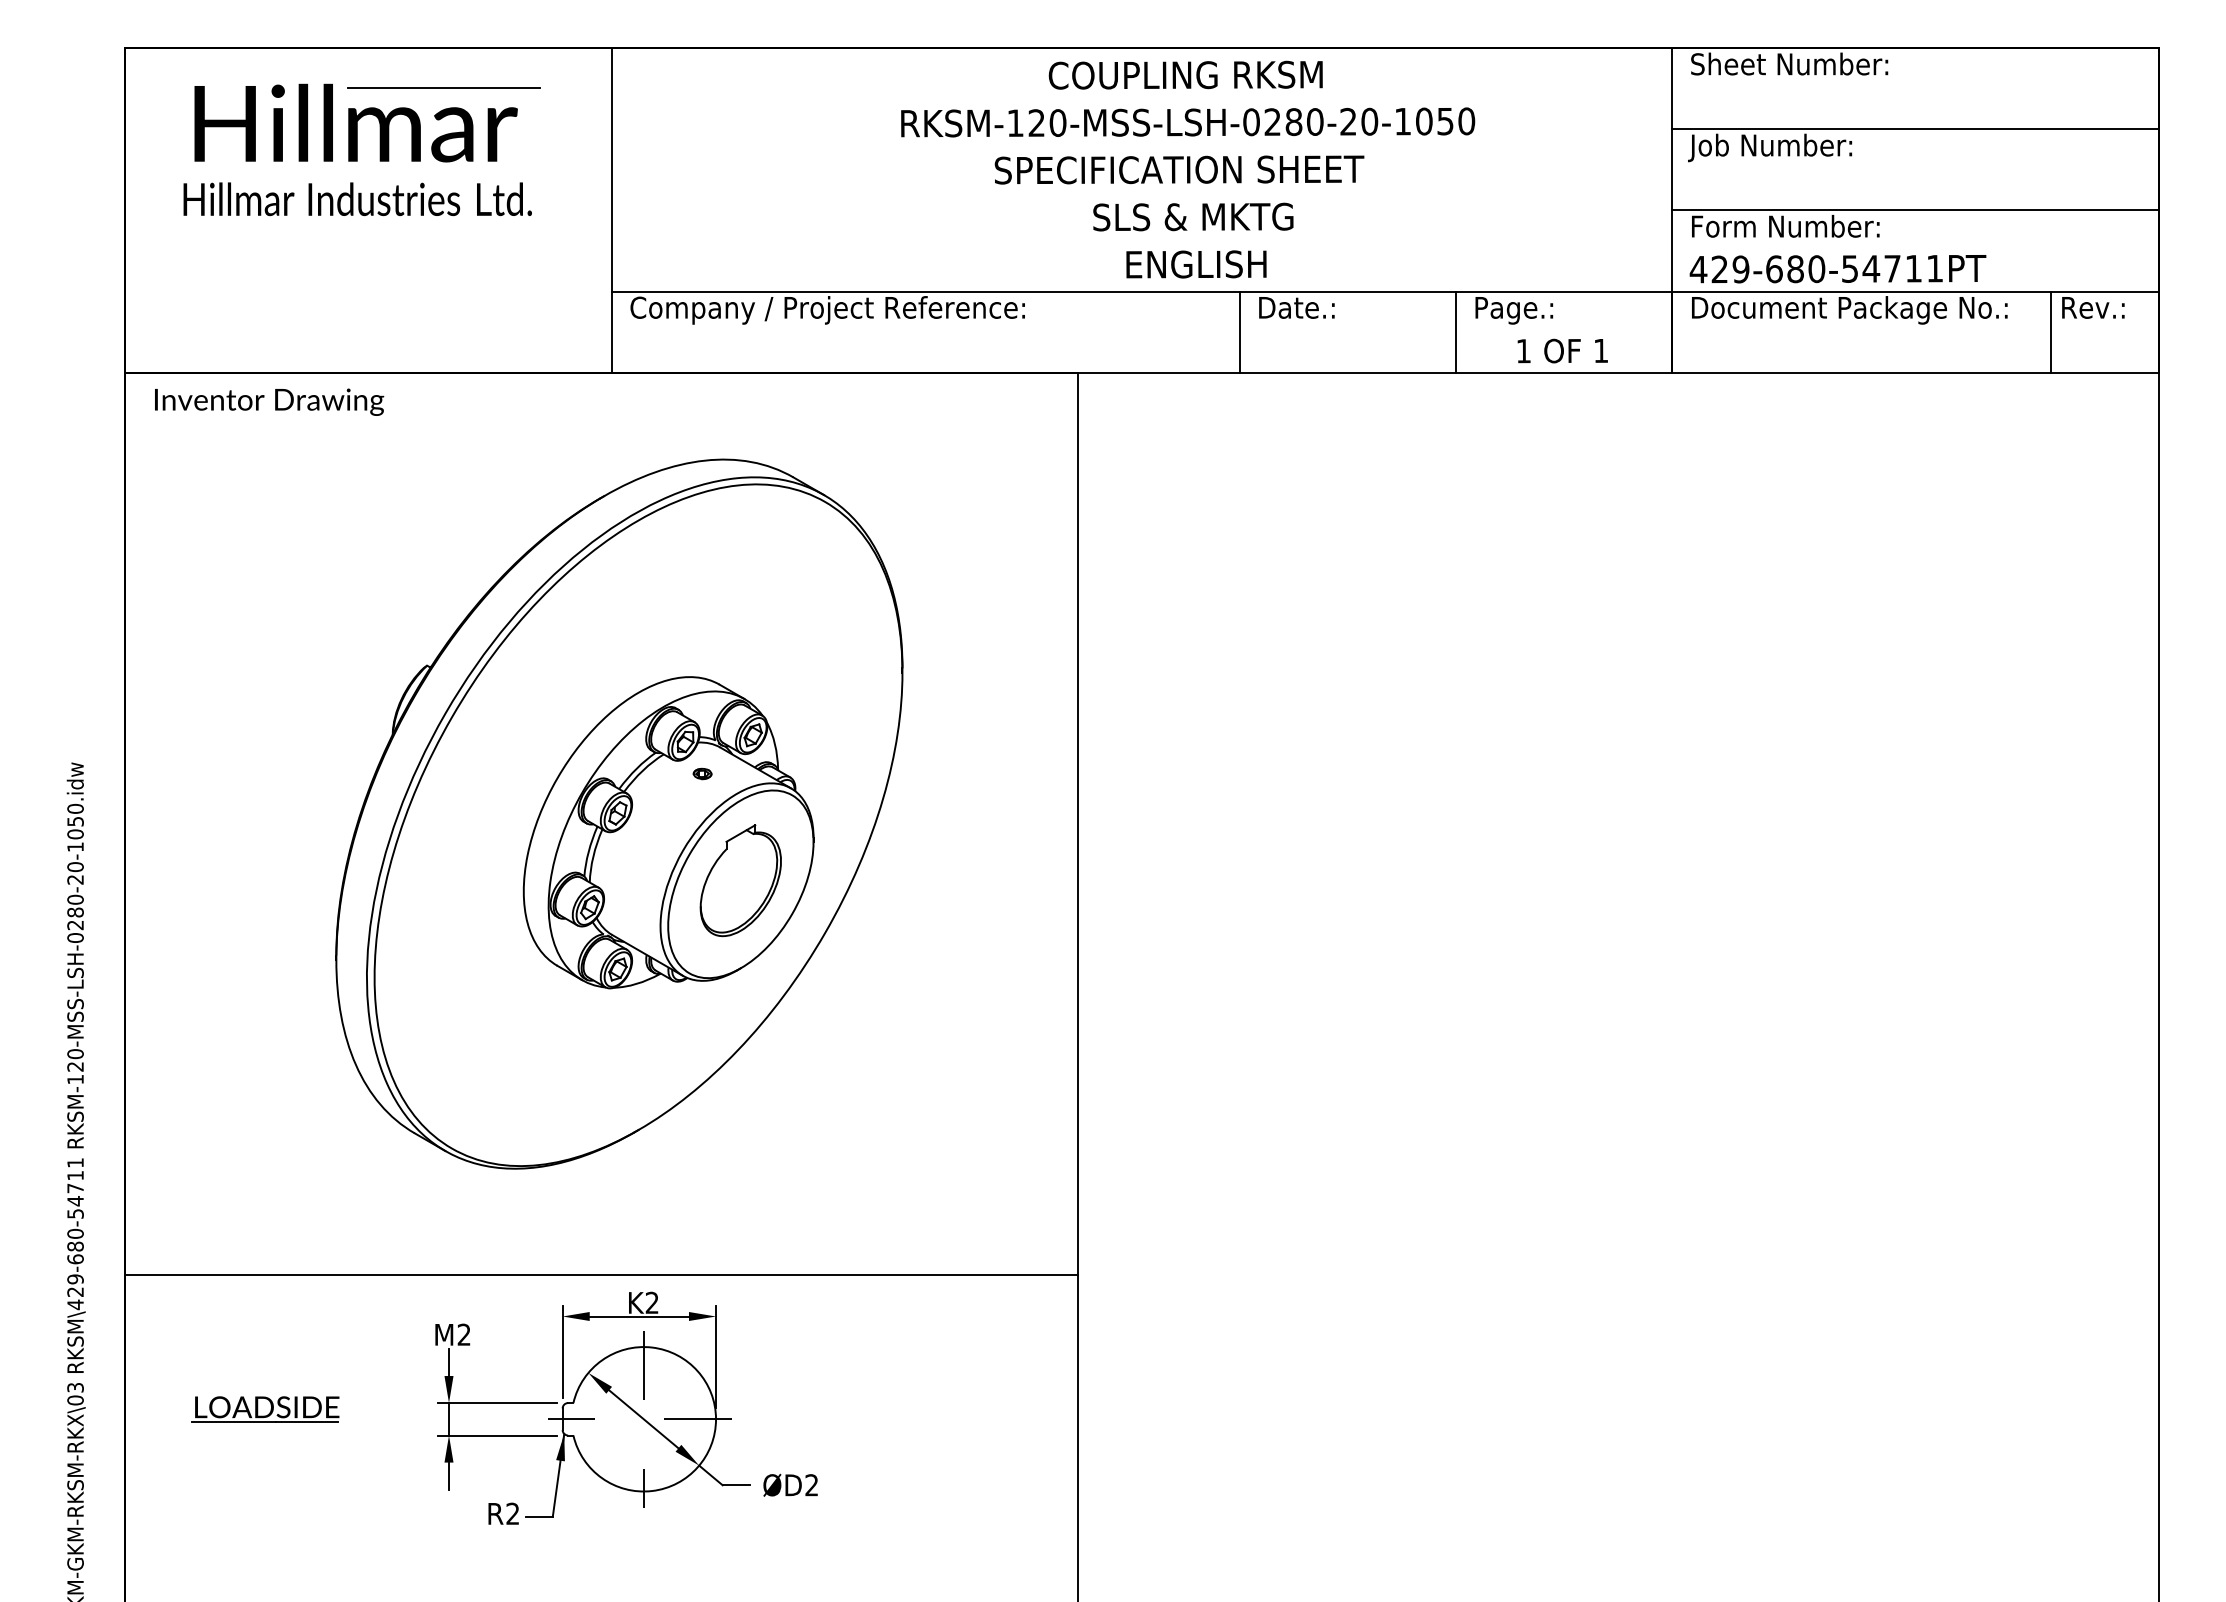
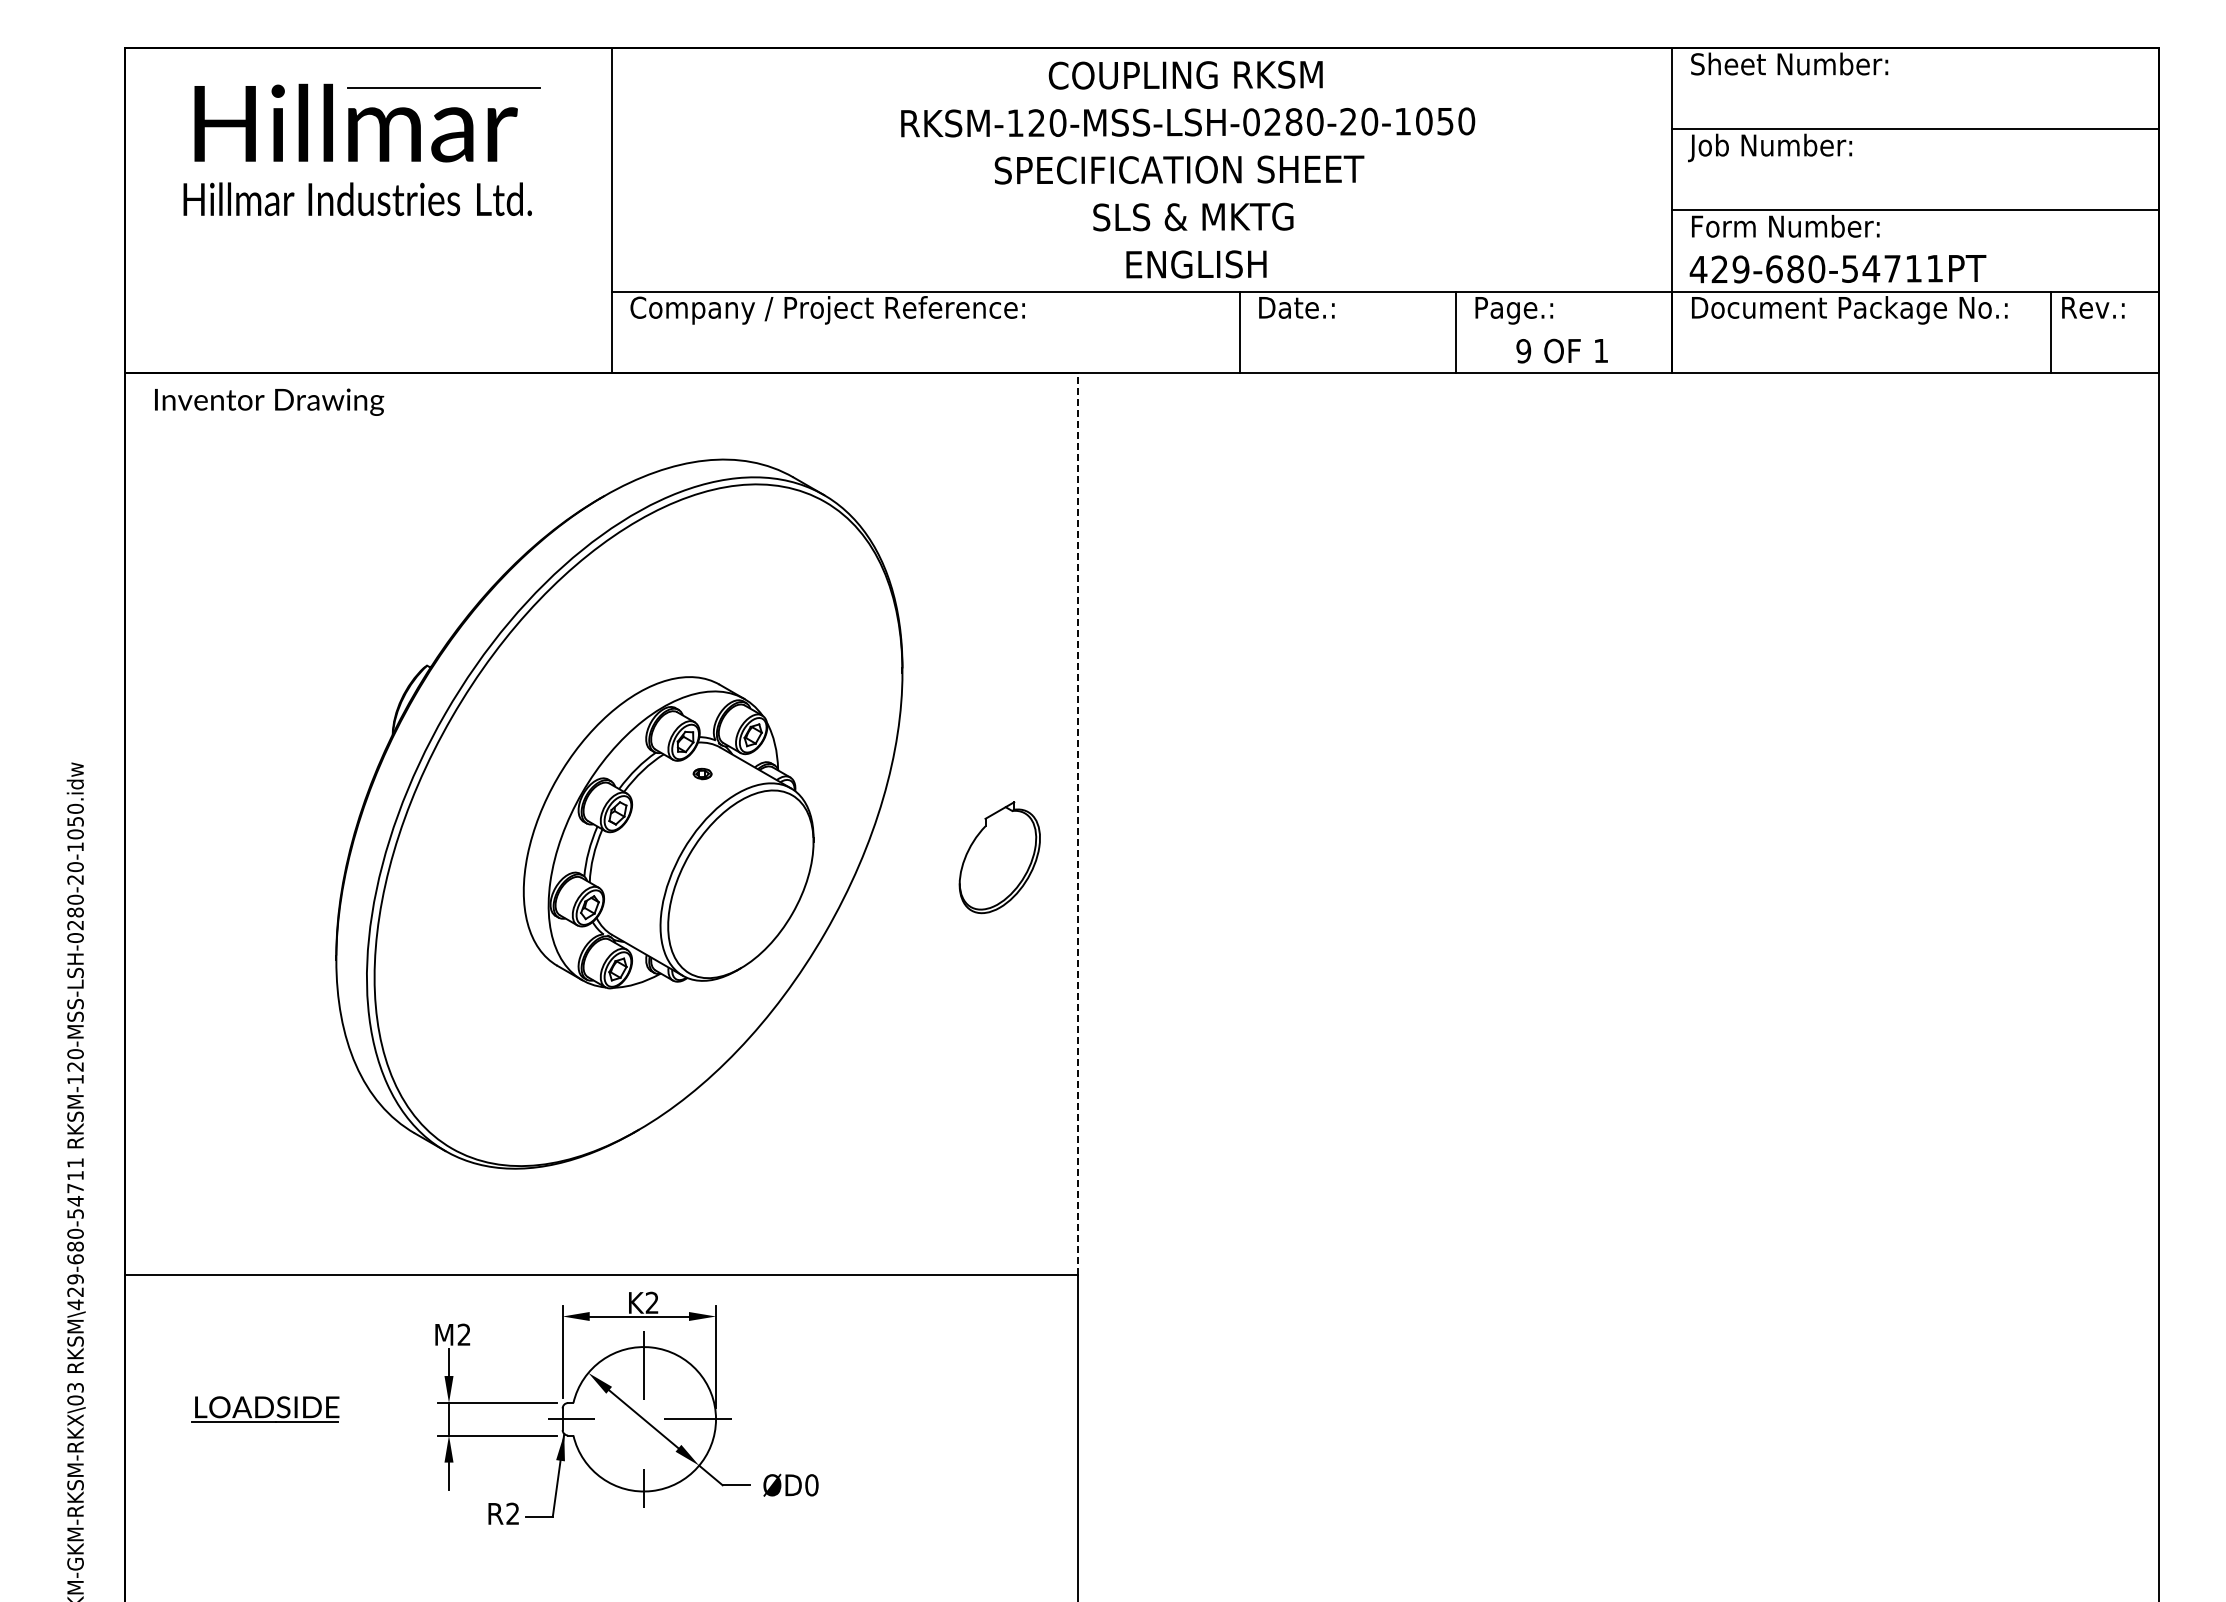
text at (1523, 351): 1 -> 9
line at (1077, 823): solid -> dashed
part at (740, 880) position: (740, 880) -> (999, 857)
text at (811, 1485): ØD2 -> ØD0
